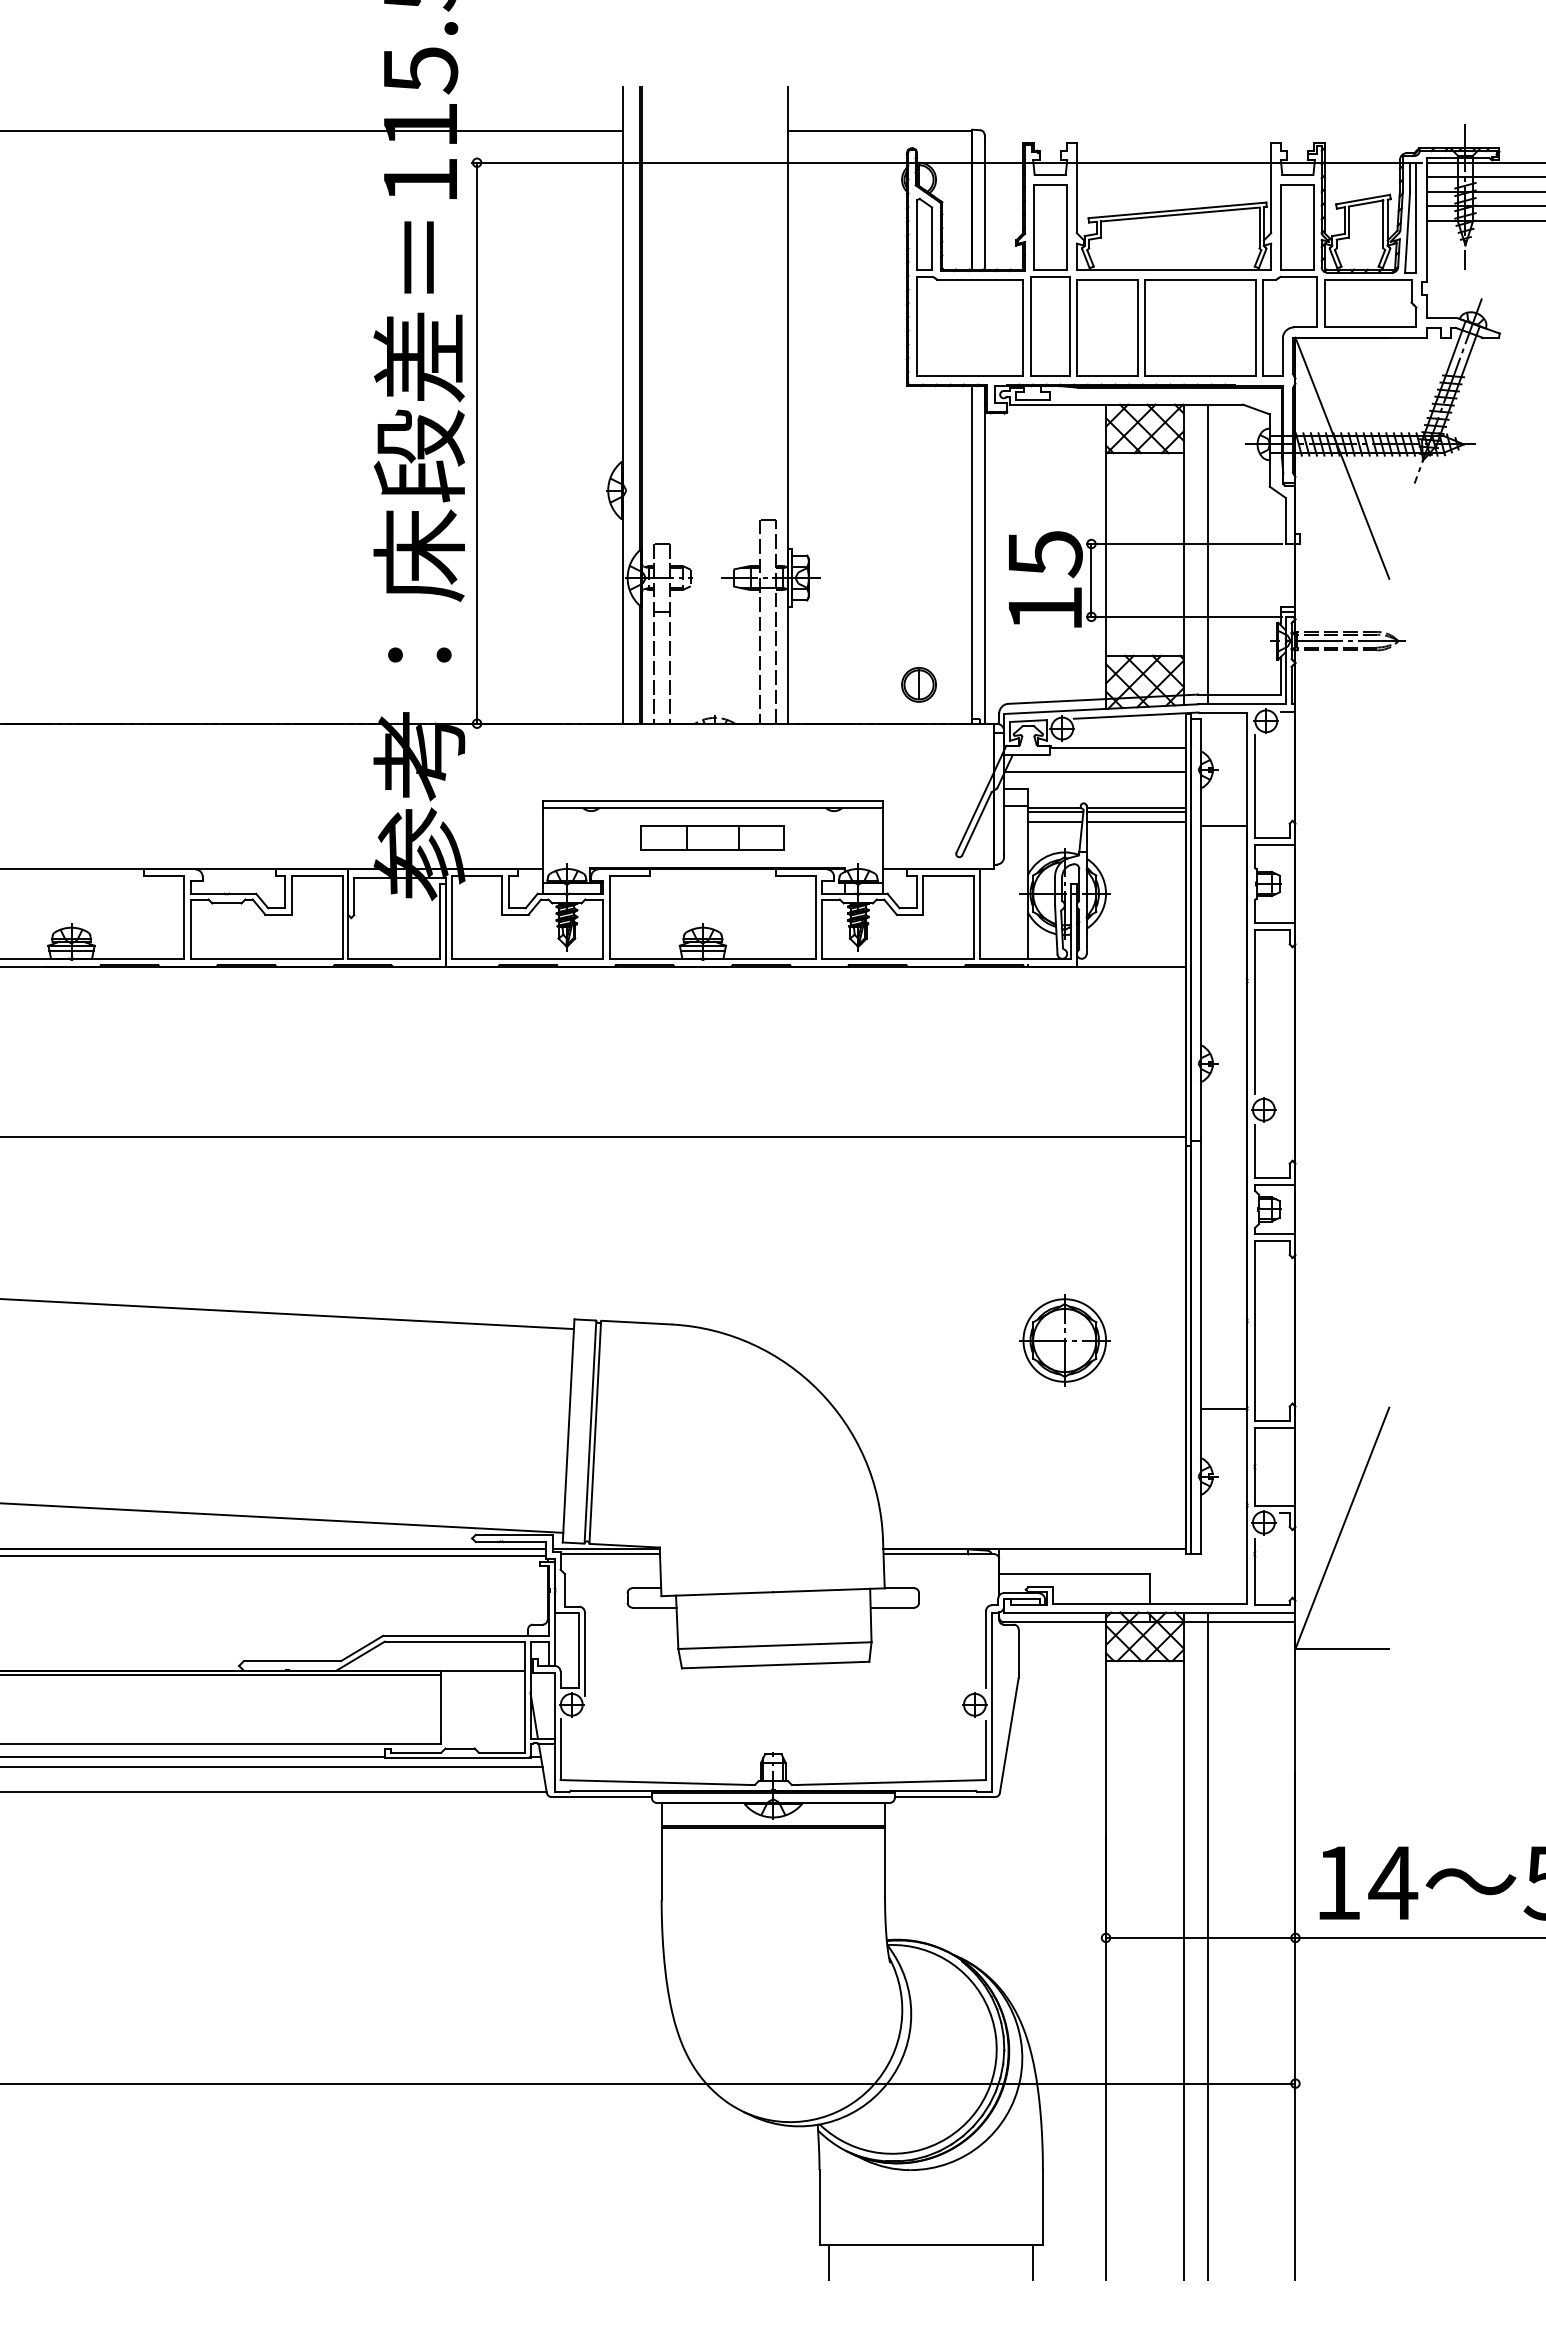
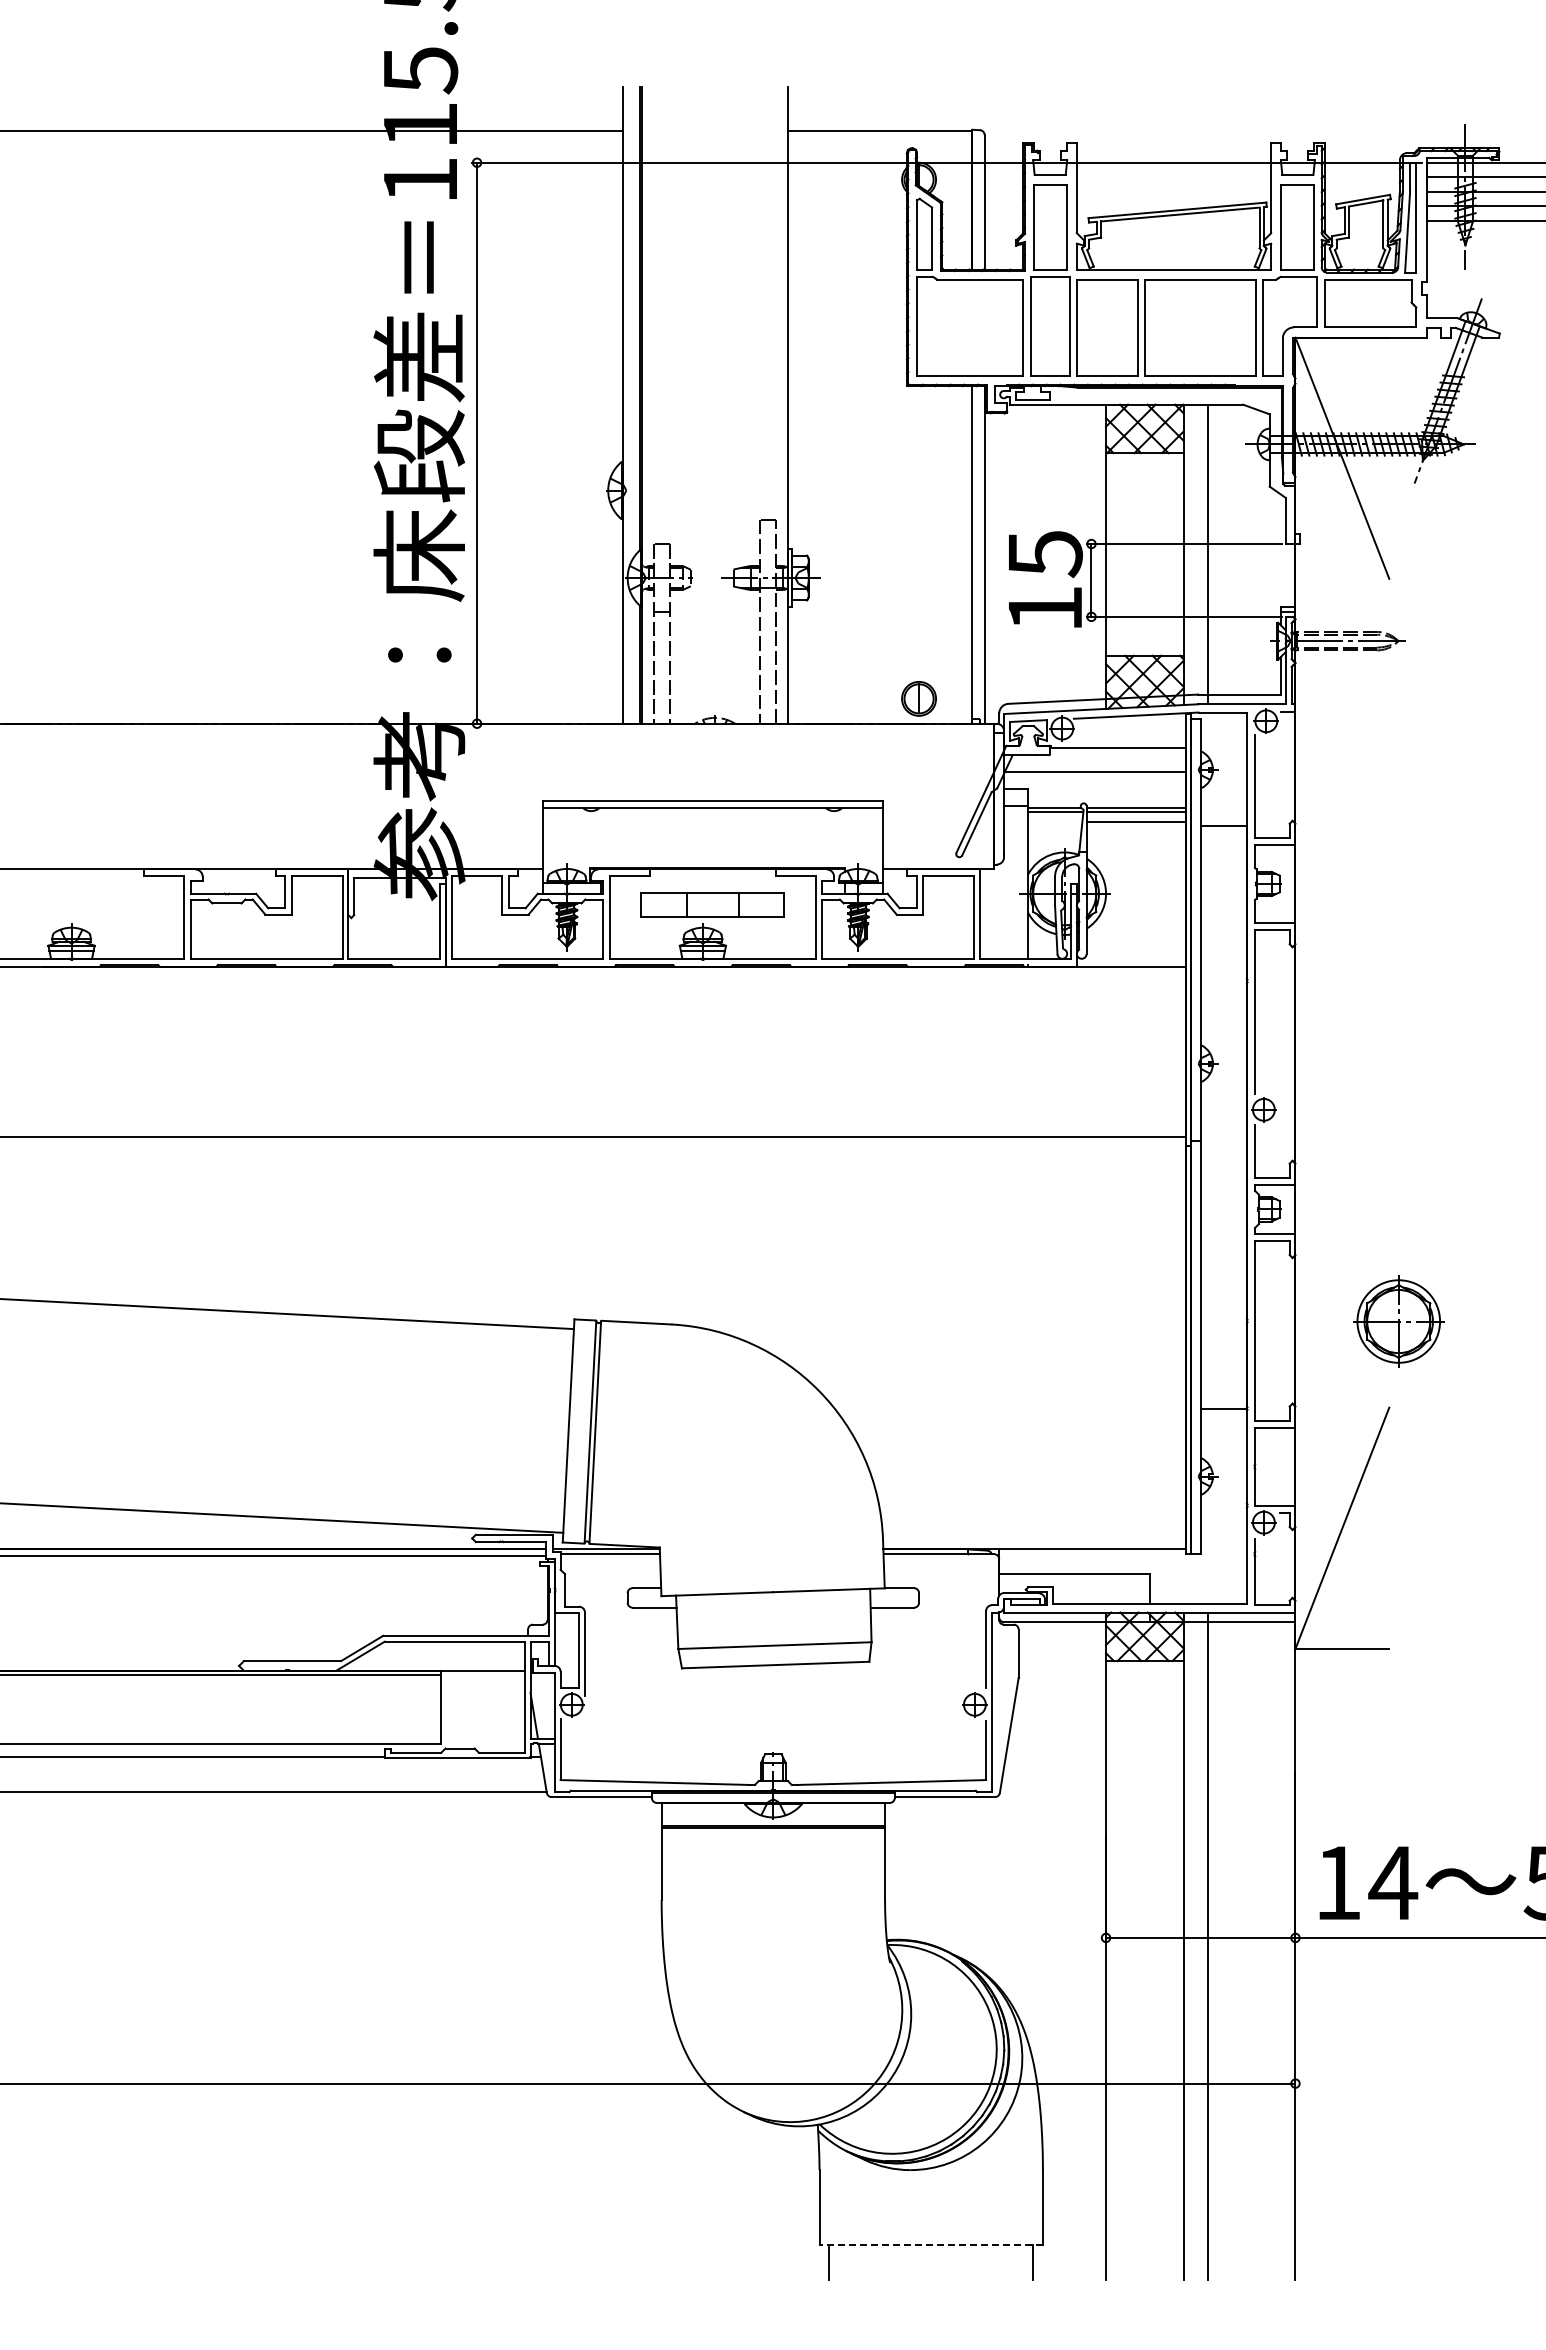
part at (918, 684) position: (918, 684) -> (918, 698)
line at (1055, 822): present -> none
part at (712, 837) position: (712, 837) -> (712, 904)
part at (1064, 1340) position: (1064, 1340) -> (1398, 1321)
line at (272, 1766): present -> none
line at (931, 2245): solid -> dashed
